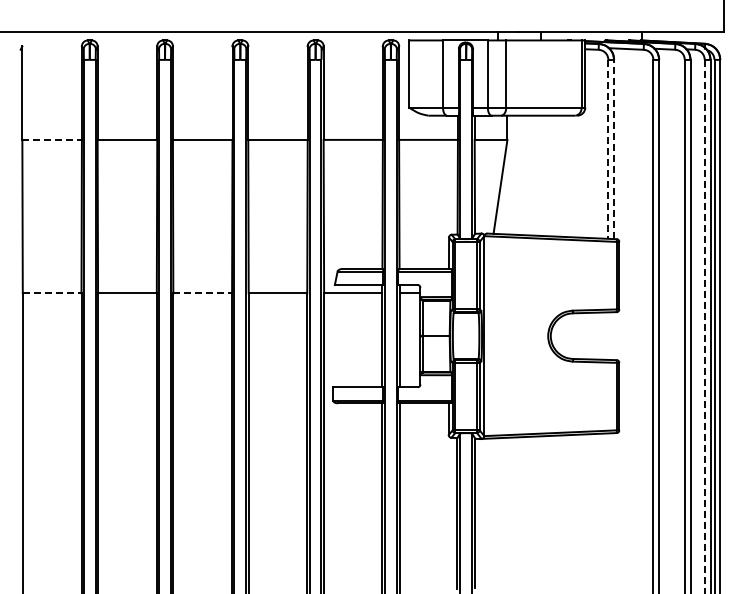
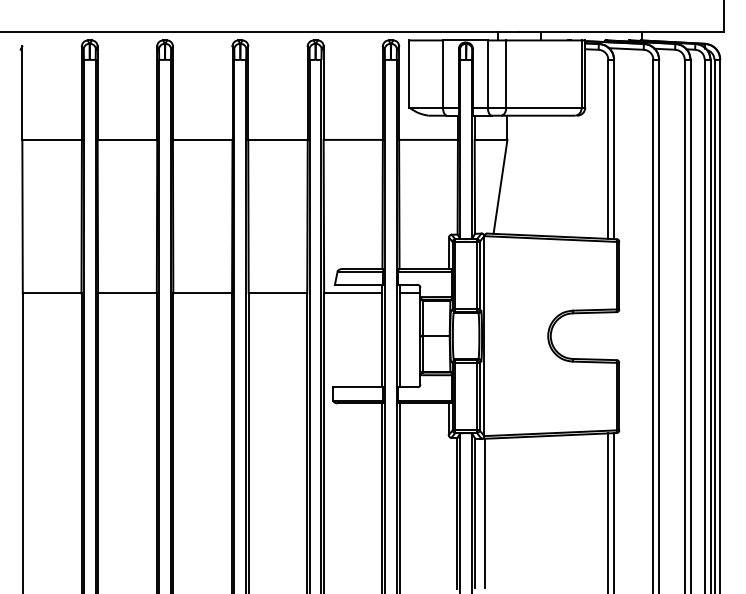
line at (52, 139): dashed -> solid
line at (608, 149): dashed -> solid
line at (614, 149): dashed -> solid
line at (52, 293): dashed -> solid
line at (203, 293): dashed -> solid
line at (704, 326): dashed -> solid
line at (608, 511): none -> present
line at (614, 511): none -> present
line at (484, 513): none -> present
